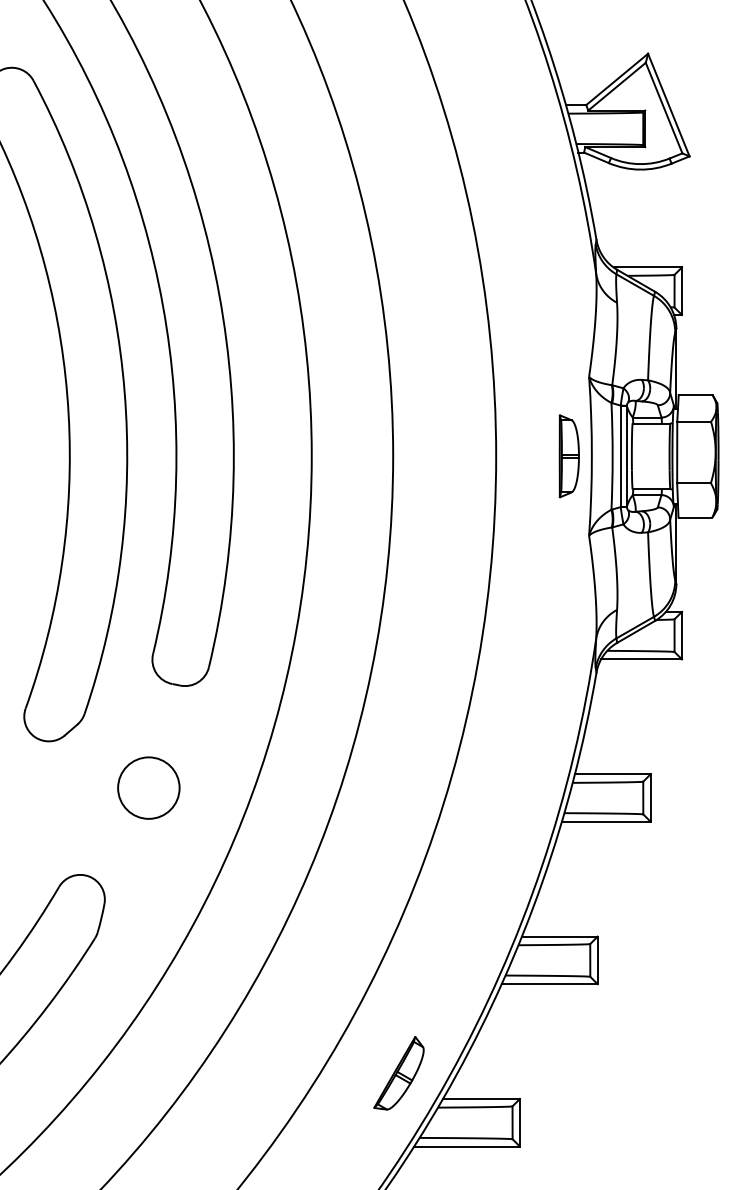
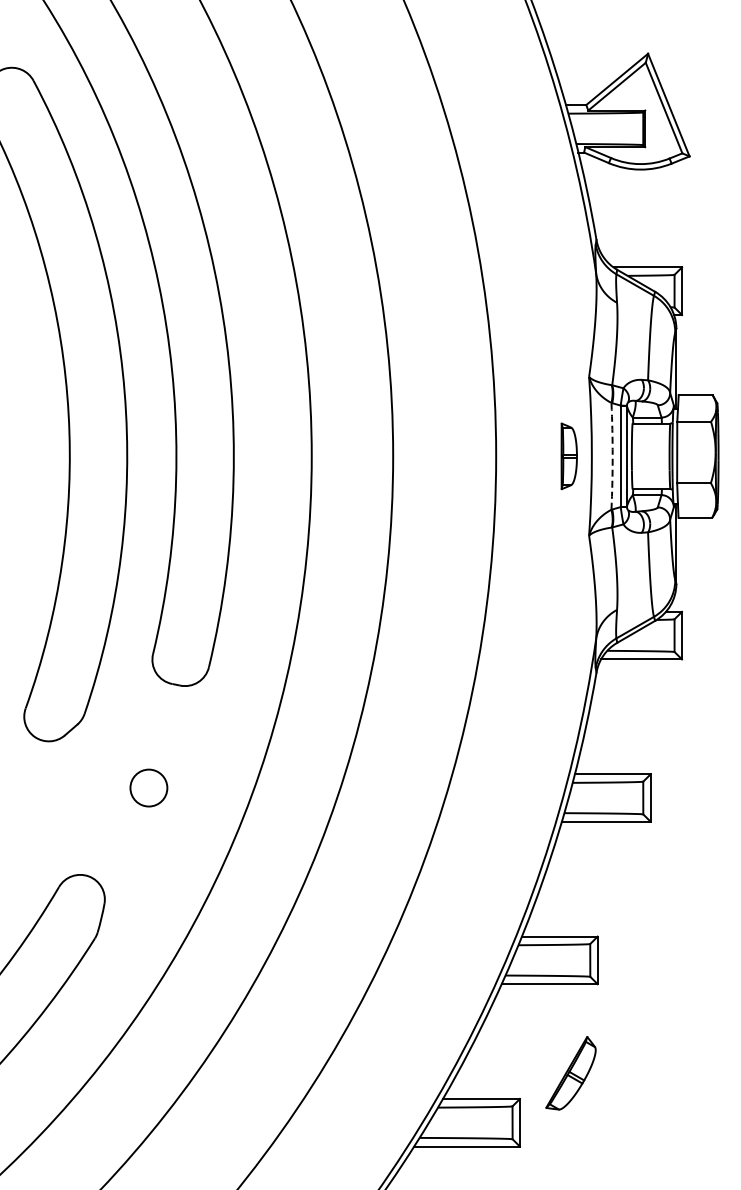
part at (568, 456) size: 22x85 px -> 18x69 px
arc at (612, 456): solid -> dashed
circle at (148, 787) size: 64x64 px -> 40x40 px
part at (398, 1073) position: (398, 1073) -> (570, 1073)
